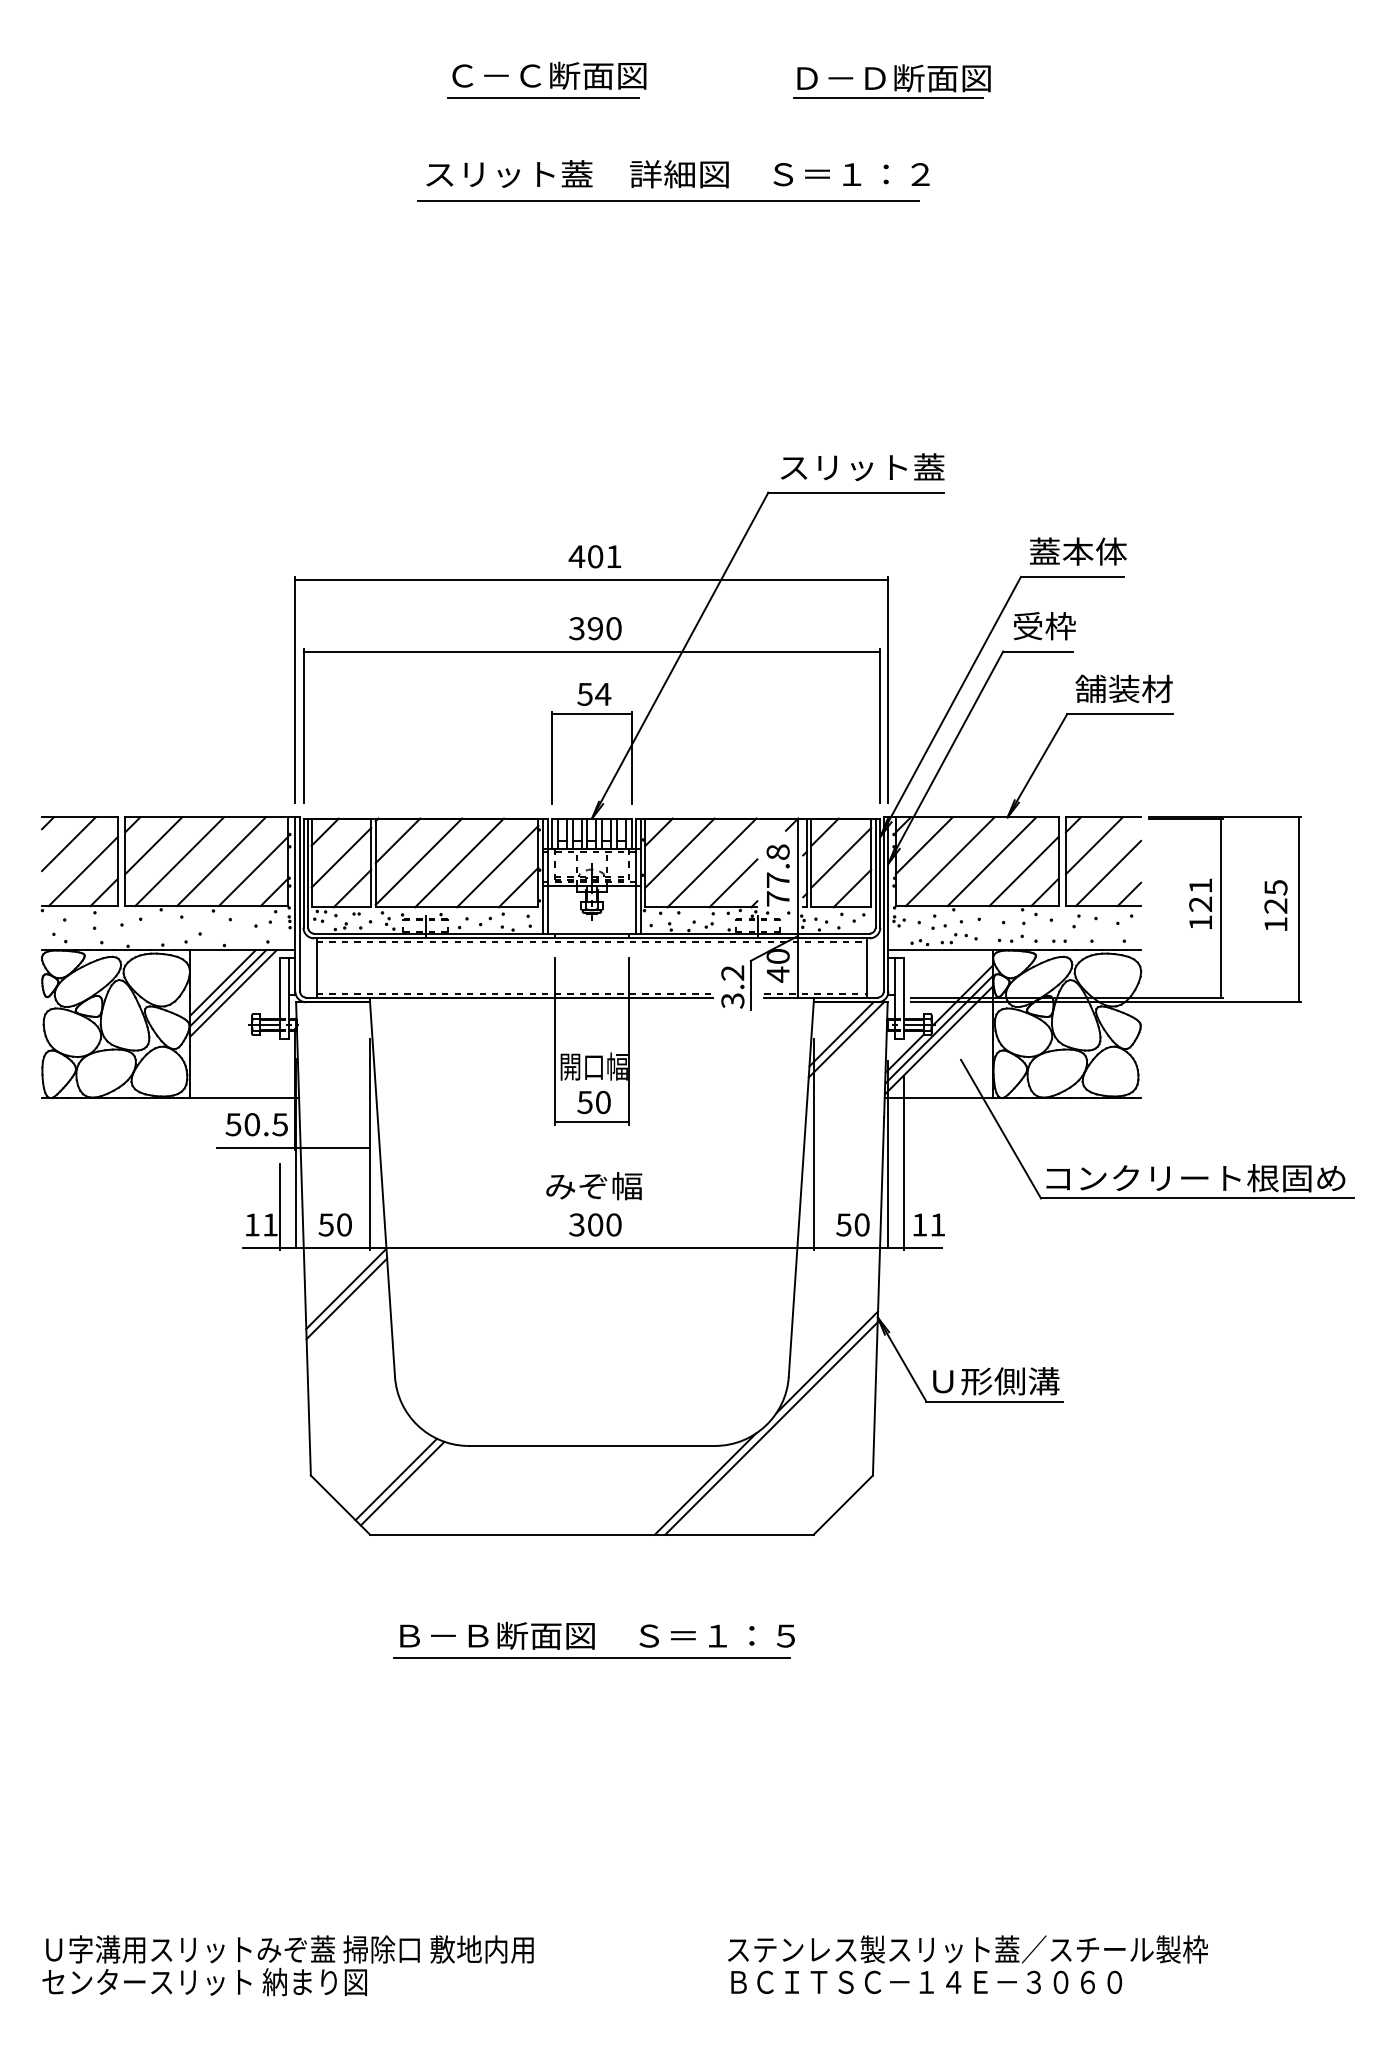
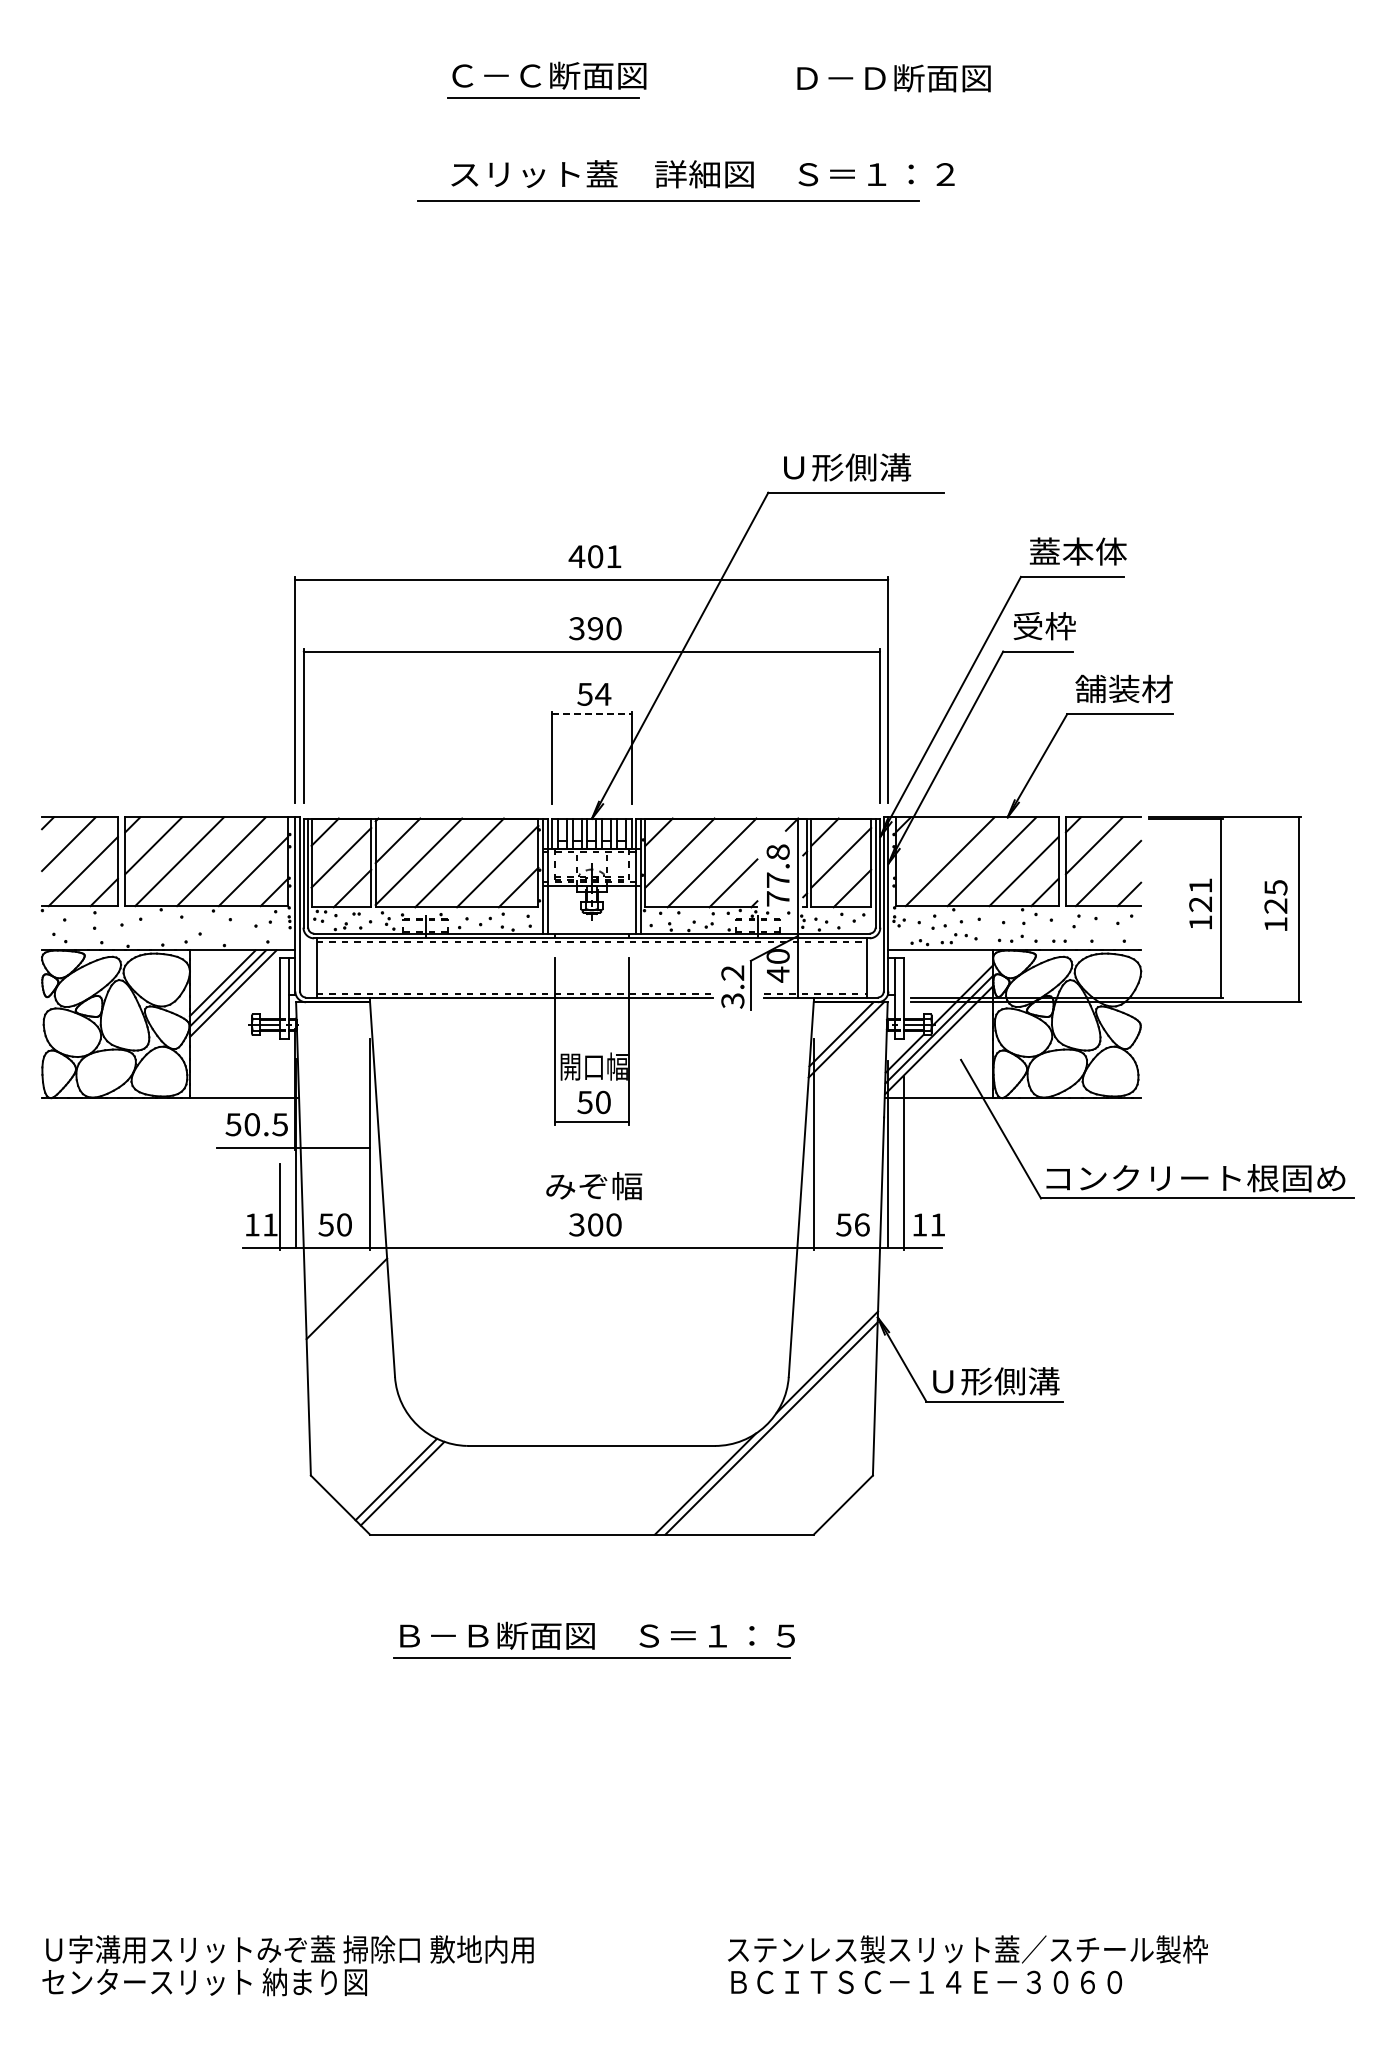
line at (888, 97): present -> none
text at (677, 174) position: (677, 174) -> (702, 174)
text at (862, 467): スリット蓋 -> Ｕ形側溝
line at (591, 714): solid -> dashed
line at (923, 845): present -> none
text at (861, 1224): 50 -> 56
line at (346, 1288): present -> none
